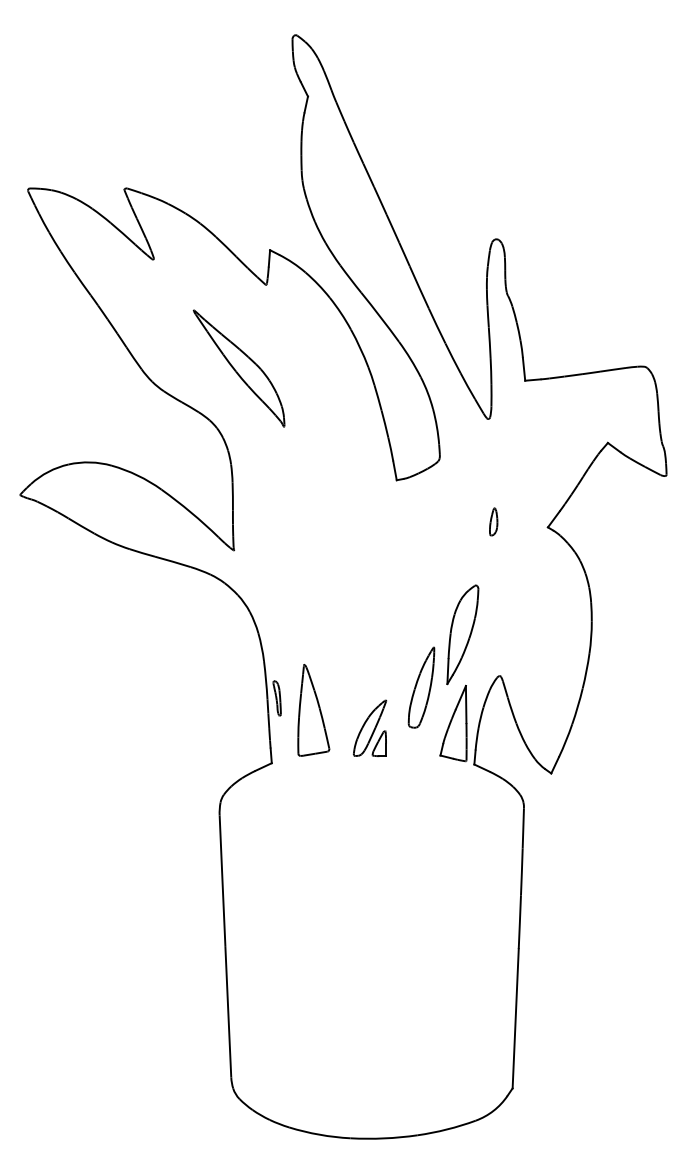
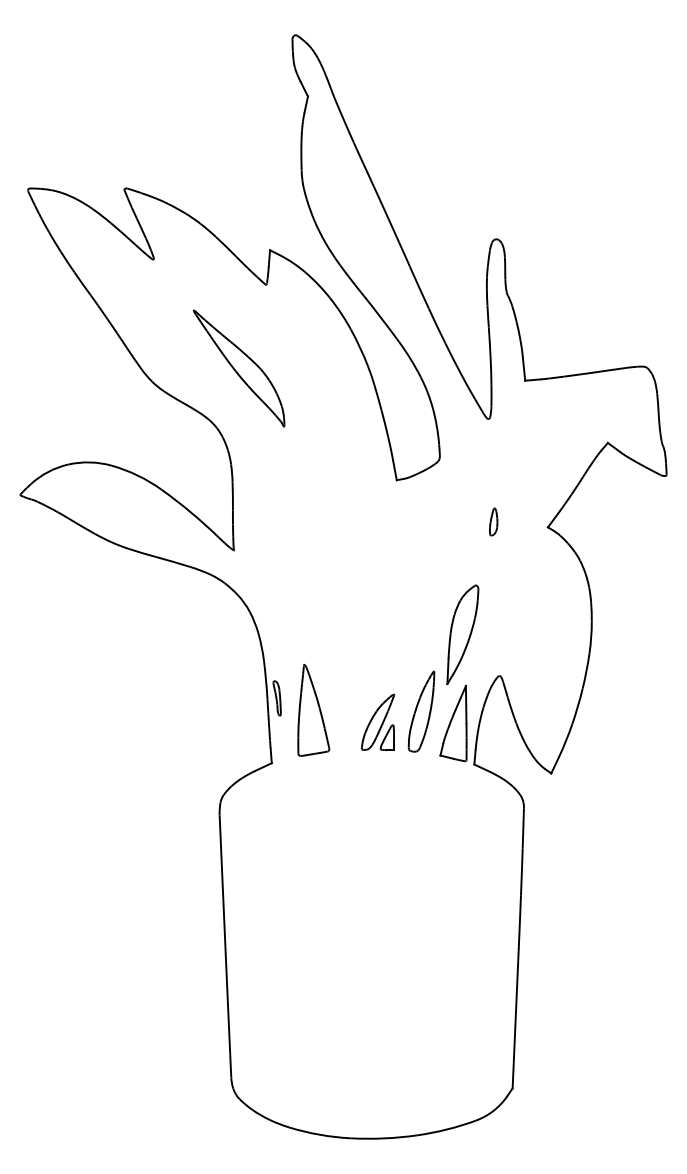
part at (421, 687) position: (421, 687) -> (421, 711)
part at (370, 727) position: (370, 727) -> (378, 721)
